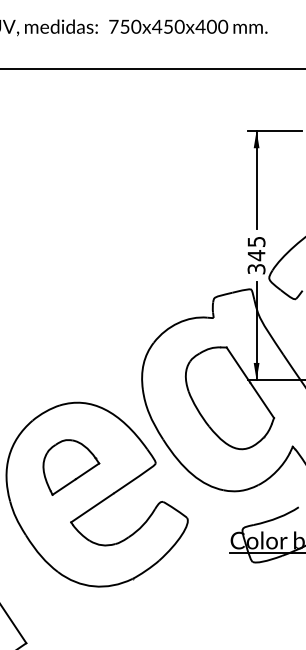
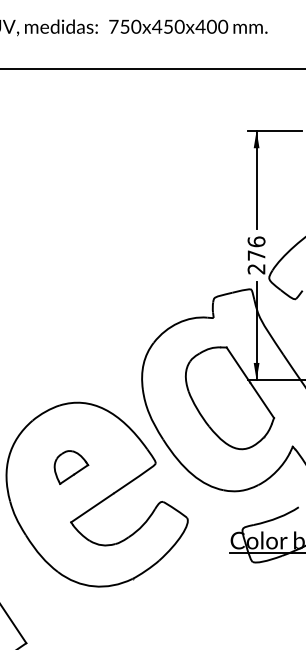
text at (256, 255): 345 -> 276
part at (71, 467) size: 59x57 px -> 37x35 px
